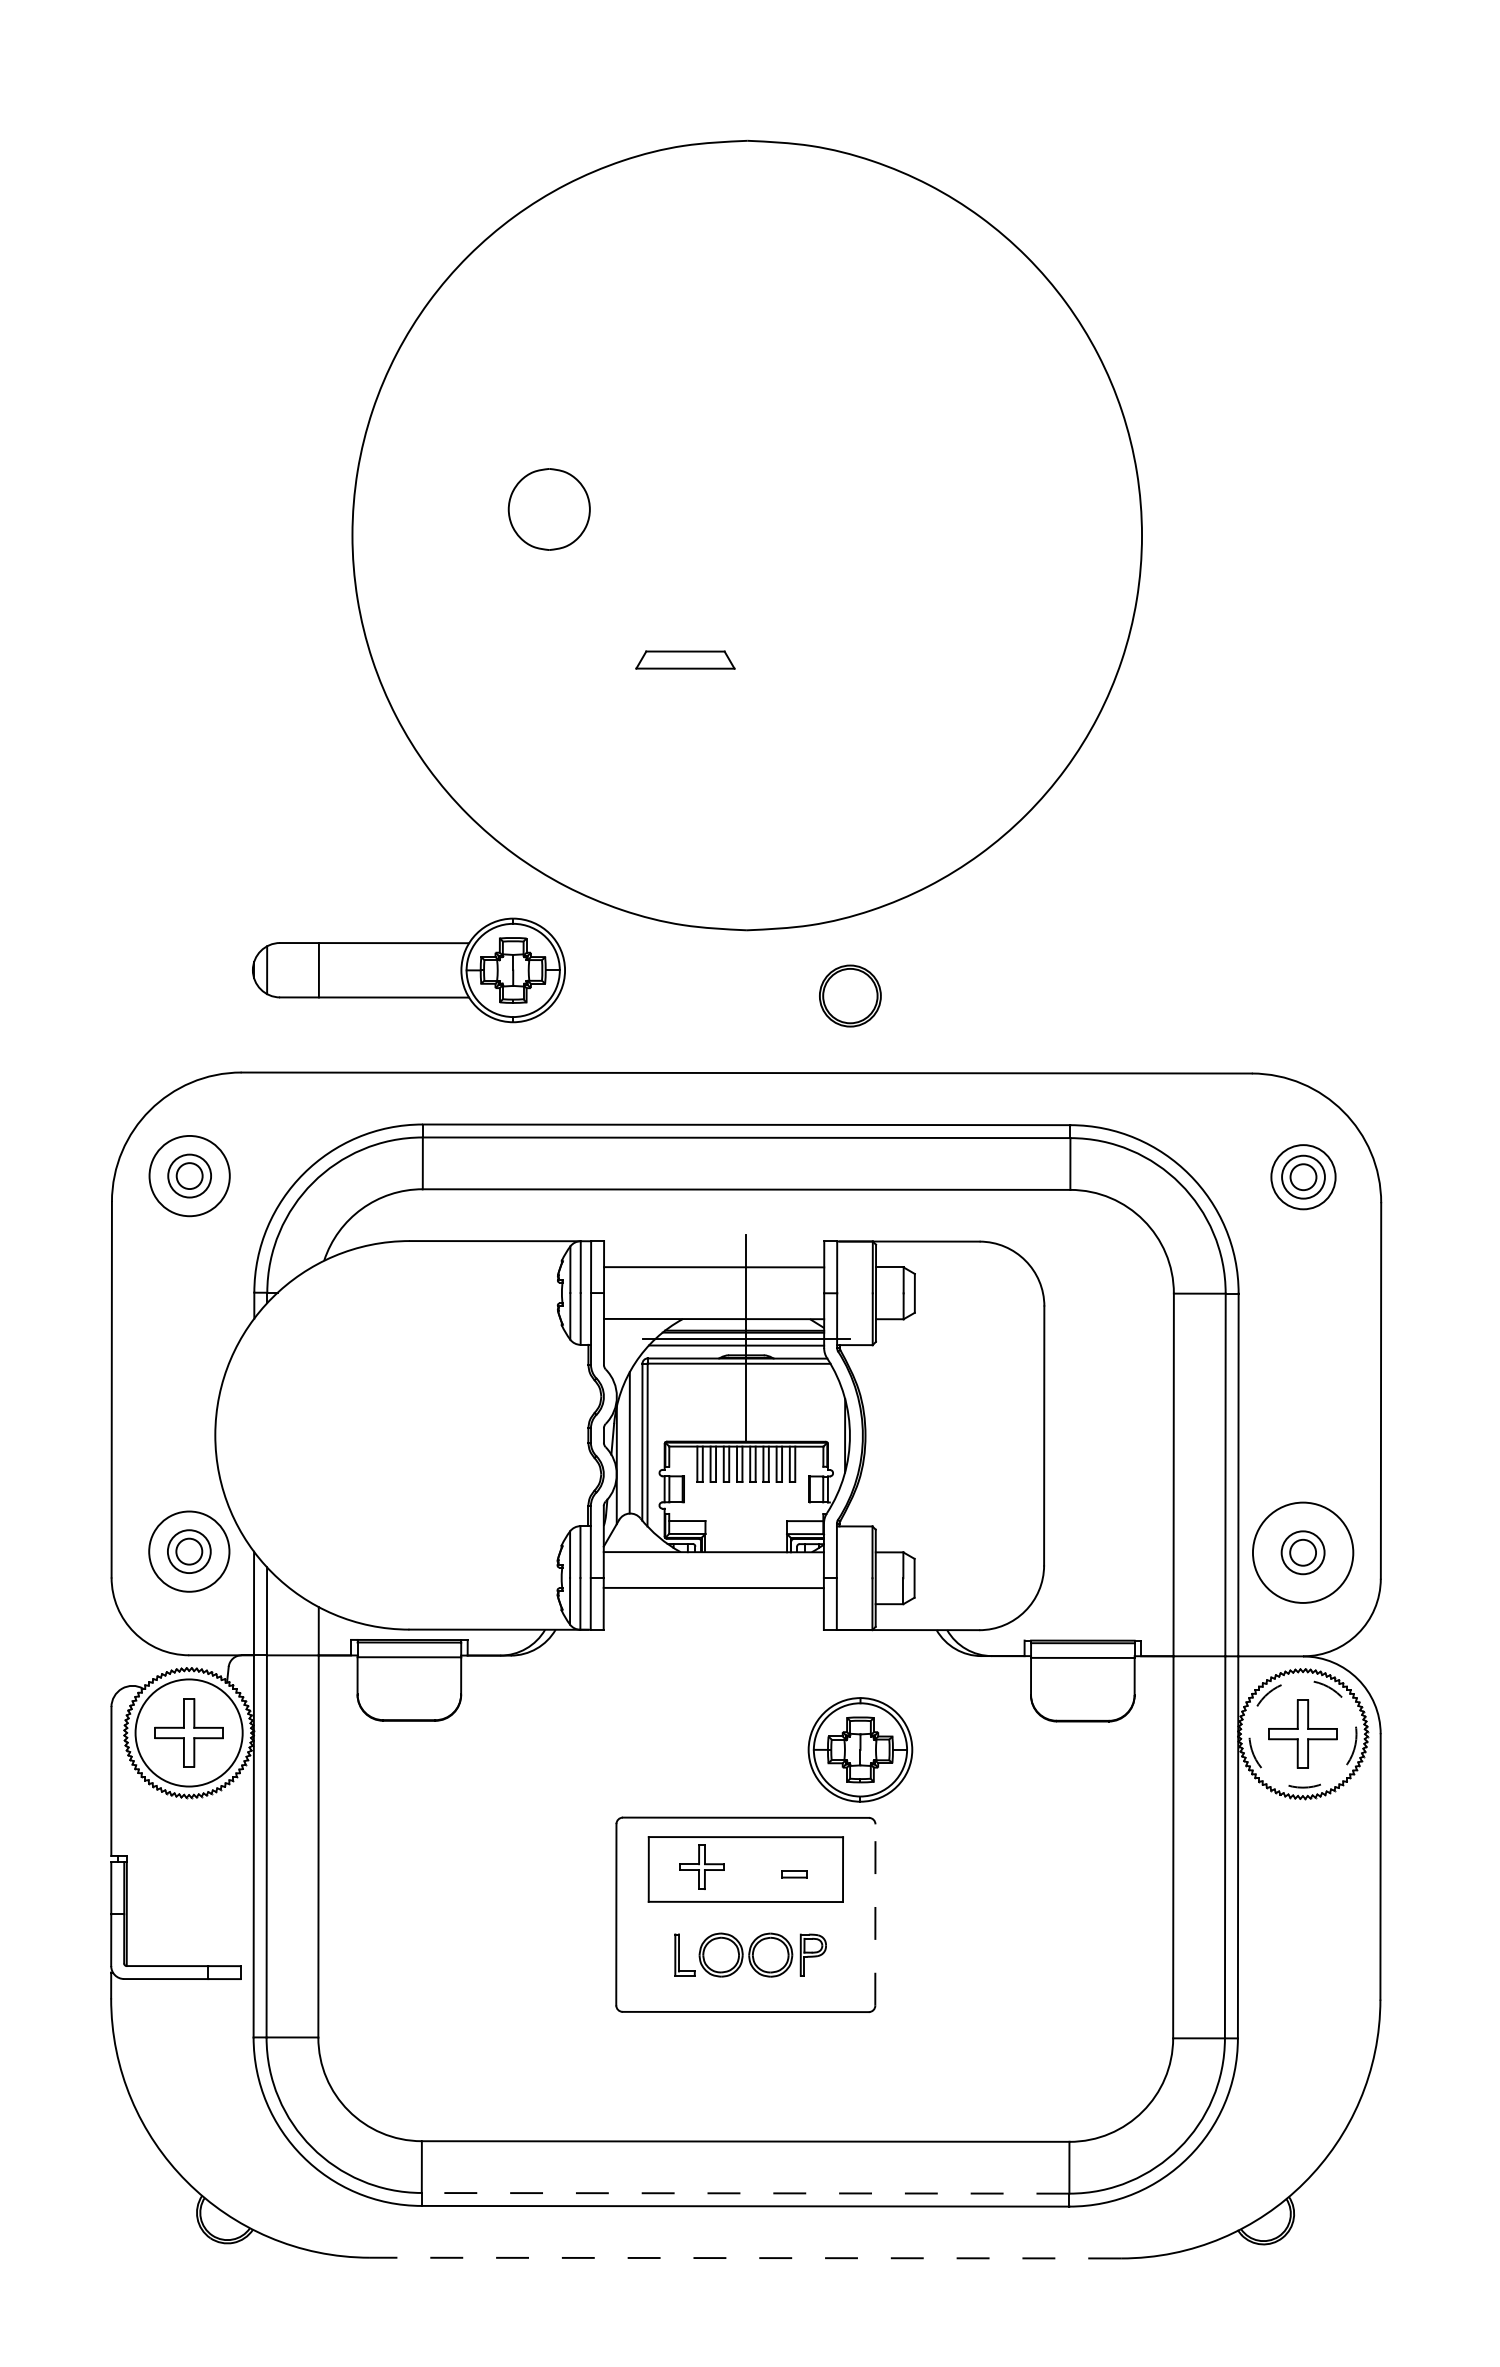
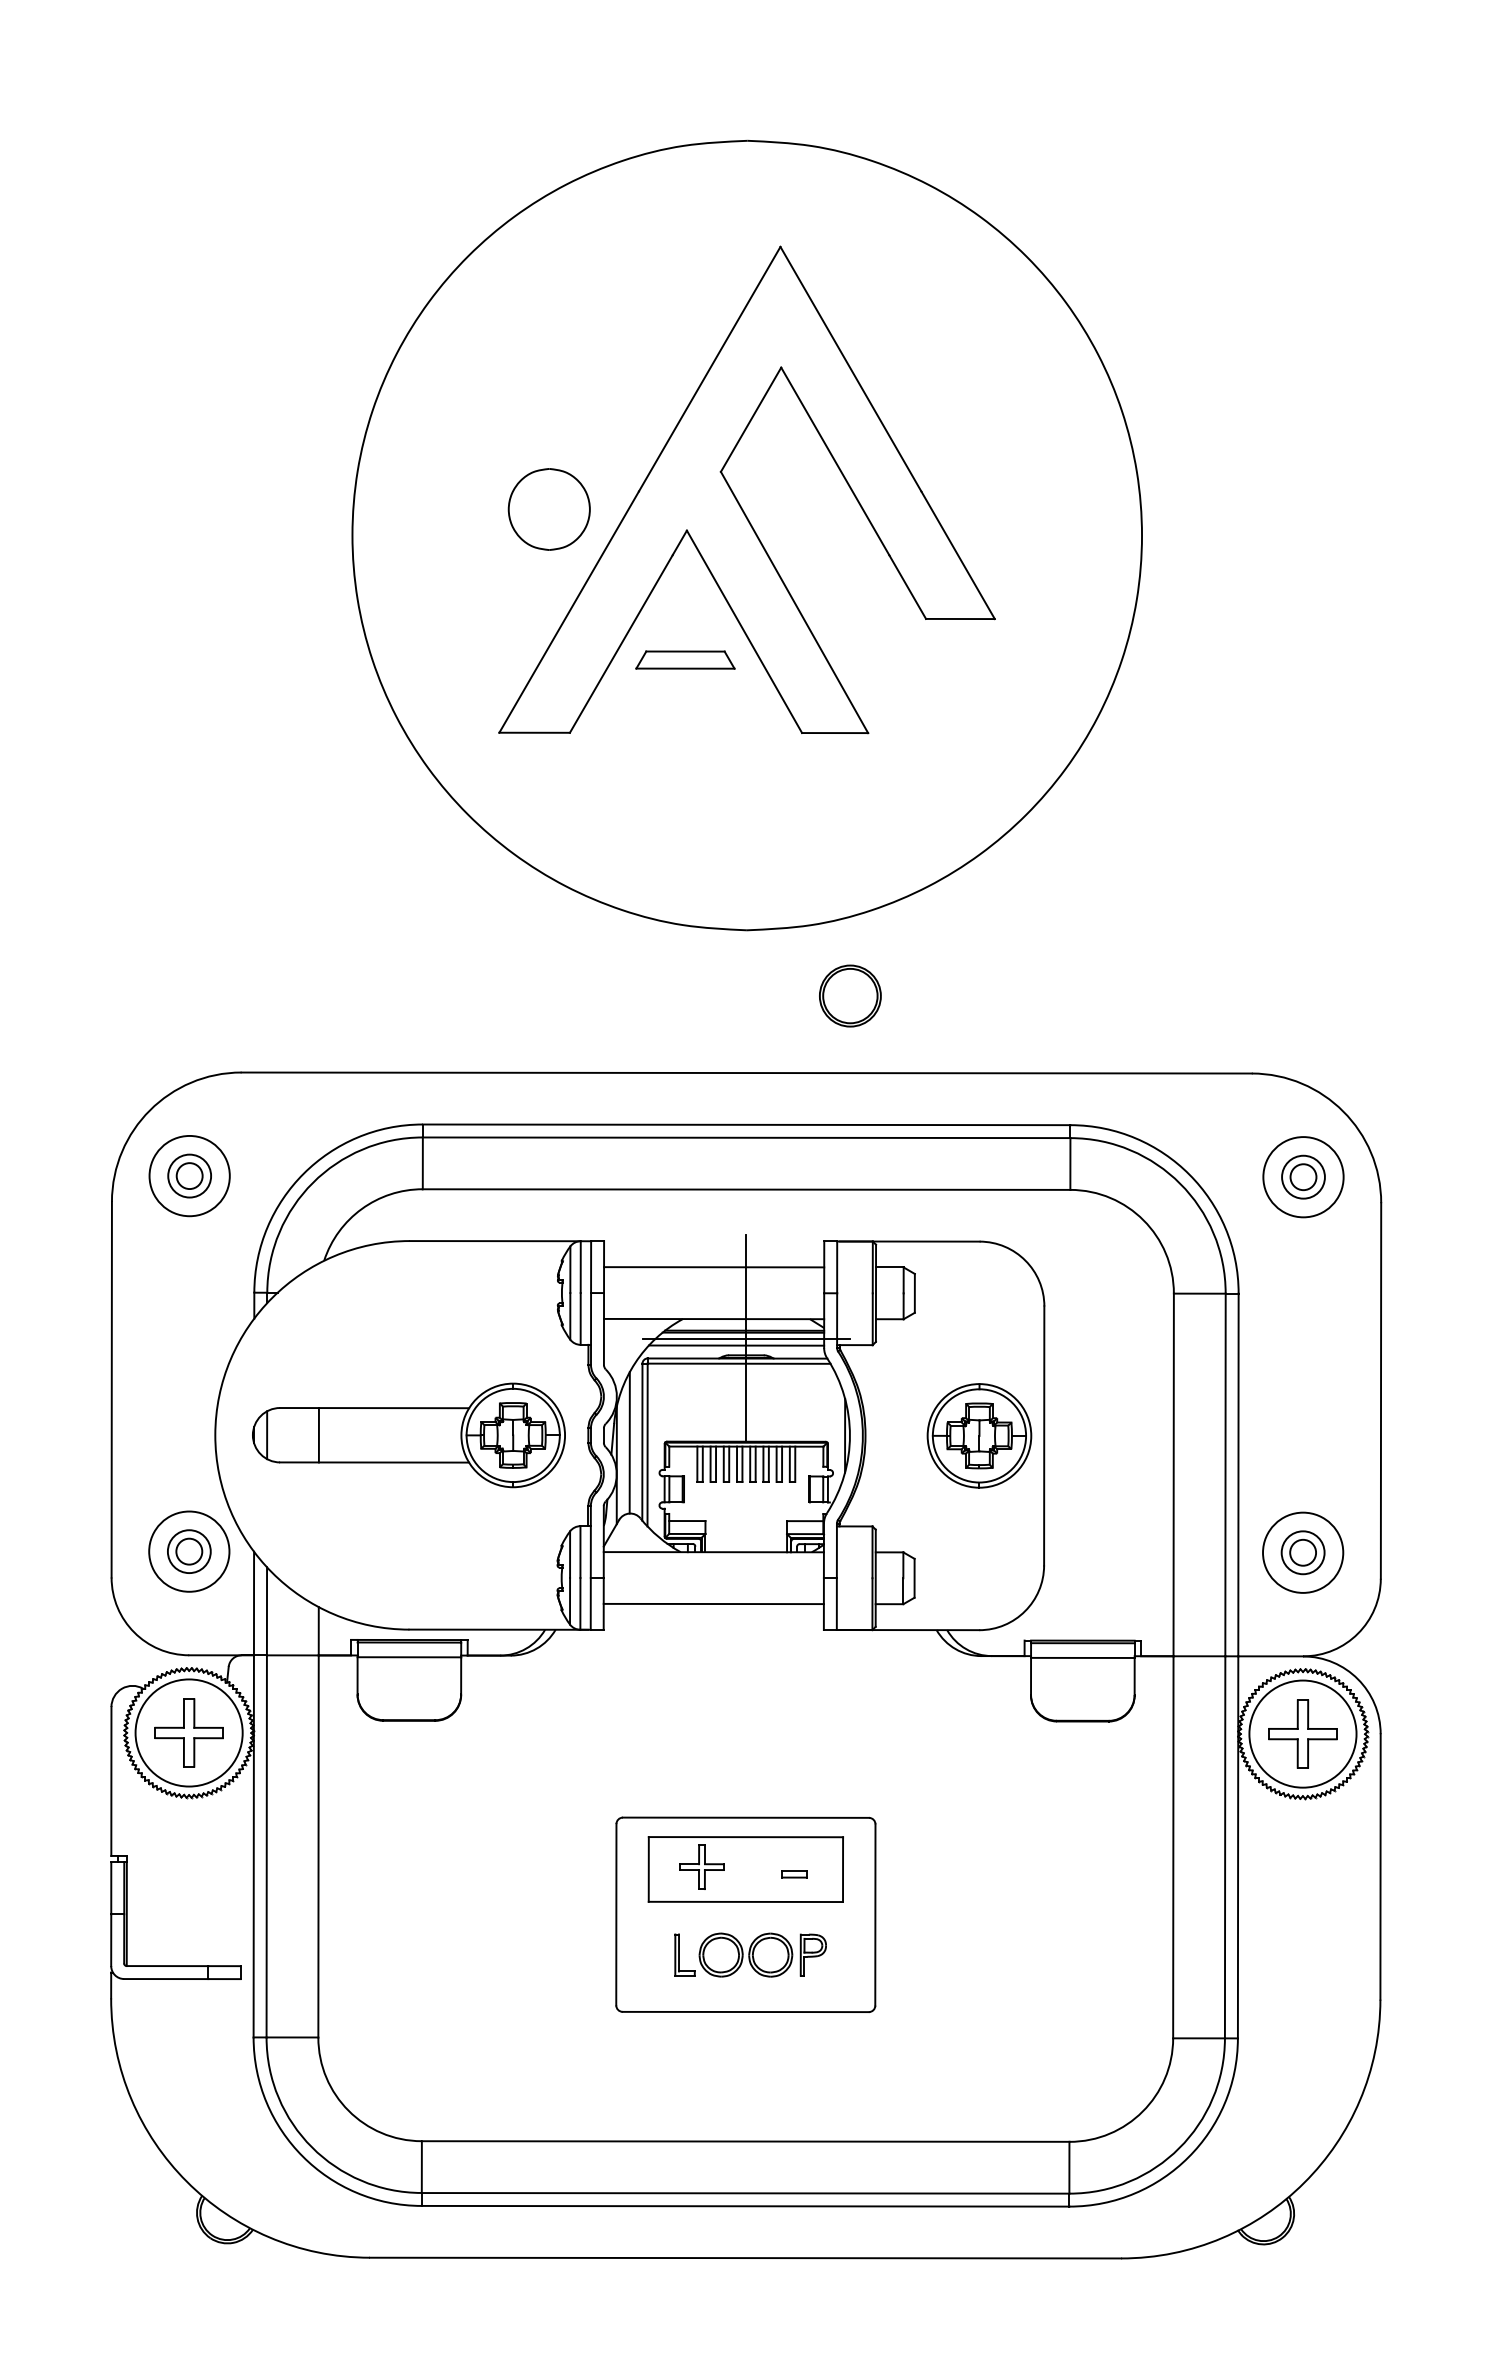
part at (735, 495): none -> present
part at (408, 970) position: (408, 970) -> (408, 1435)
circle at (1303, 1177) diameter: 64 px -> 80 px
circle at (1302, 1552) diameter: 100 px -> 80 px
line at (713, 1587) position: (713, 1587) -> (713, 1603)
circle at (1302, 1733): dashed -> solid
part at (860, 1749) position: (860, 1749) -> (979, 1435)
line at (875, 1915): dashed -> solid
line at (745, 2193): dashed -> solid
line at (745, 2258): dashed -> solid
